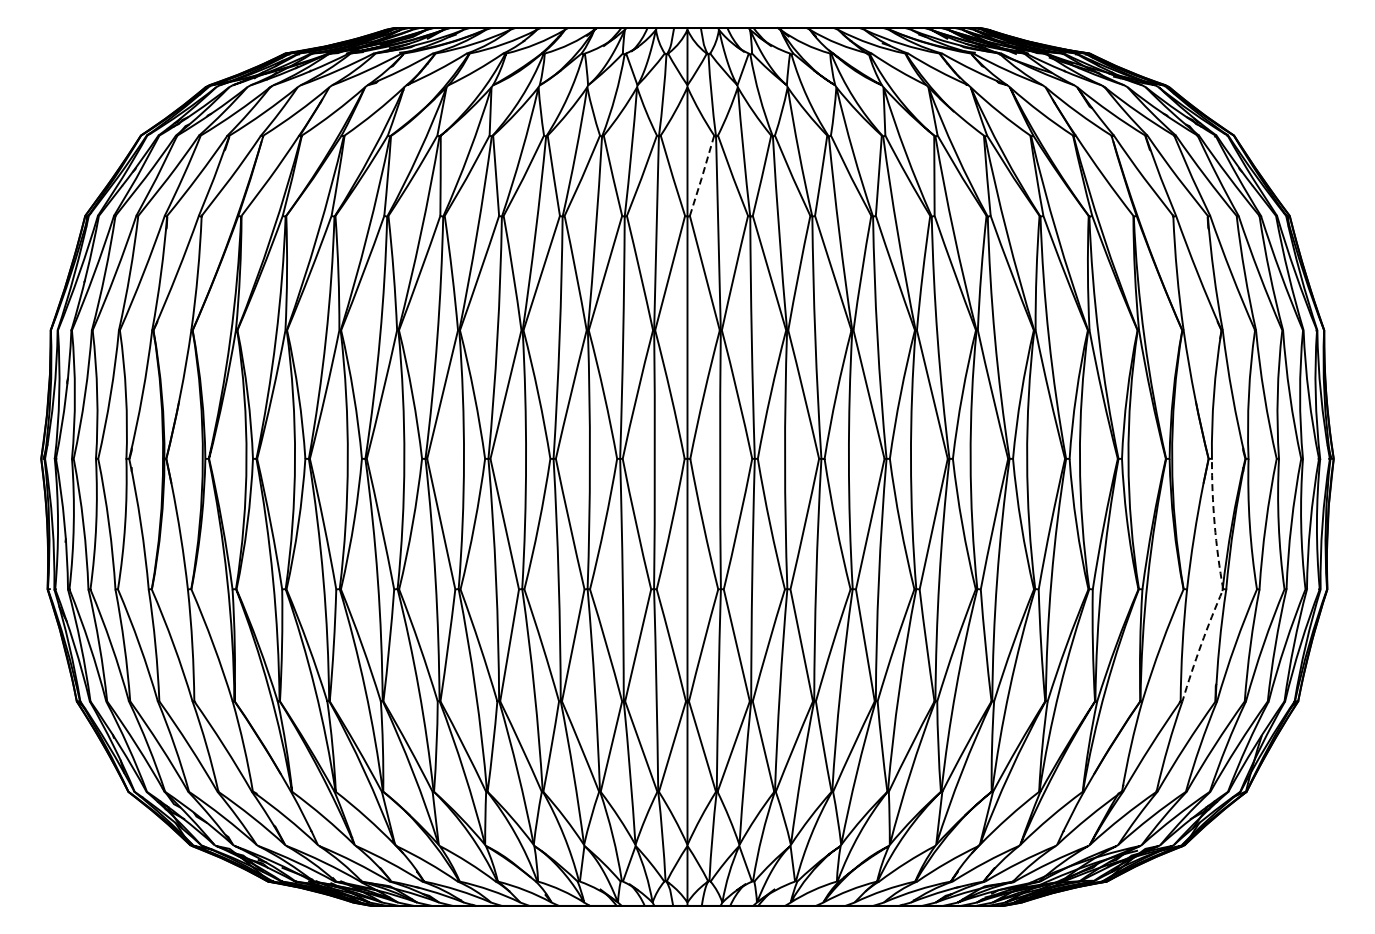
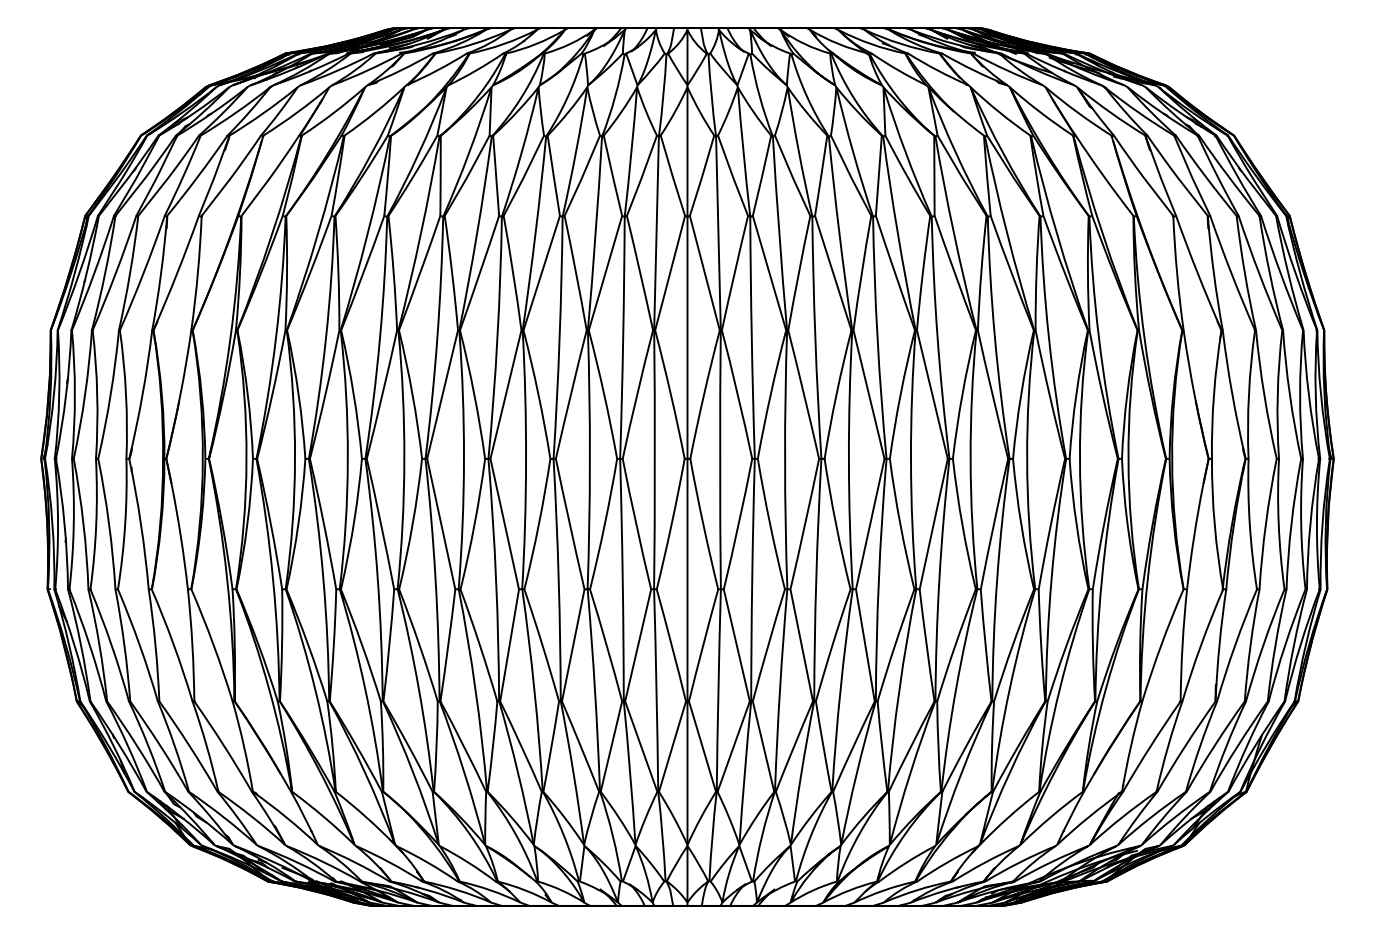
line at (702, 176): dashed -> solid
line at (1222, 585): dashed -> solid
